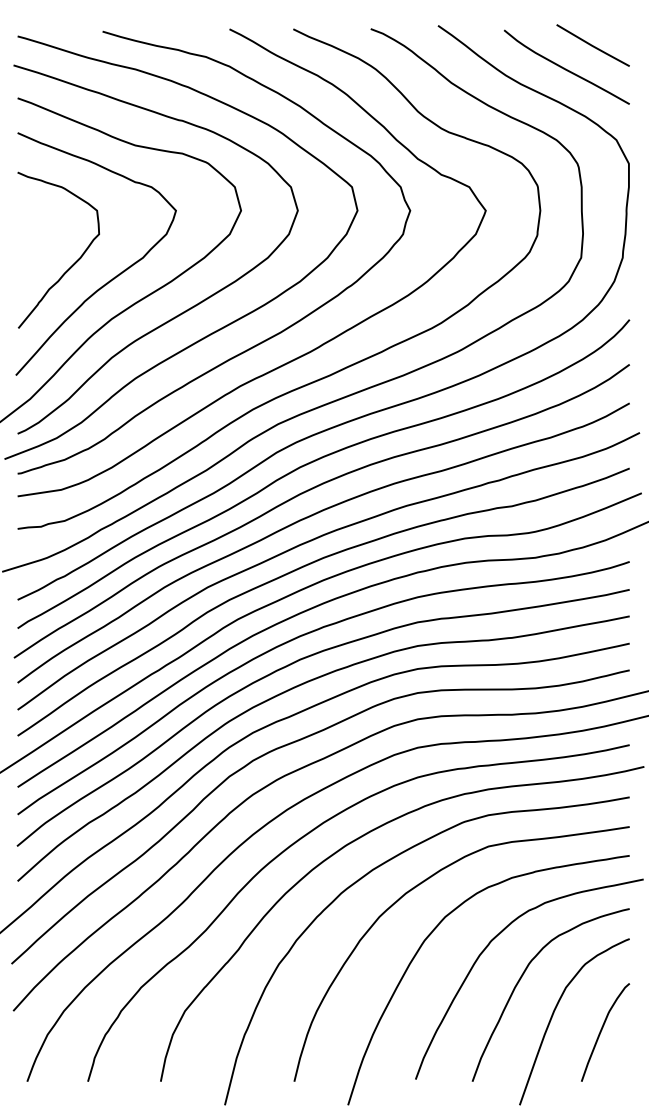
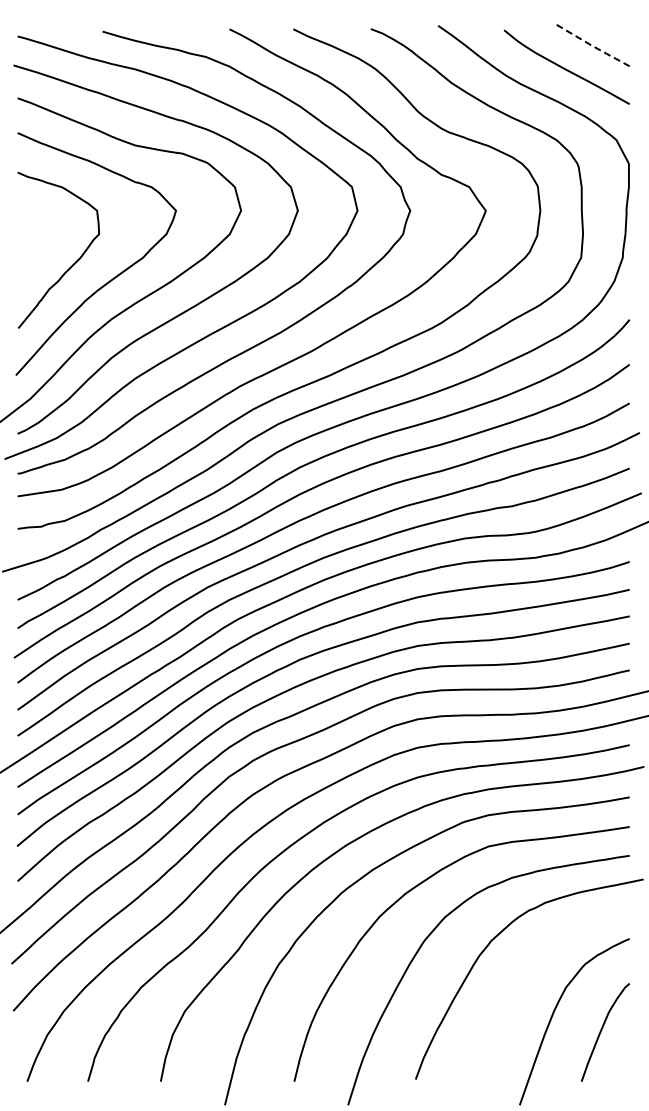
line at (592, 45): solid -> dashed
curve at (522, 977): present -> none
